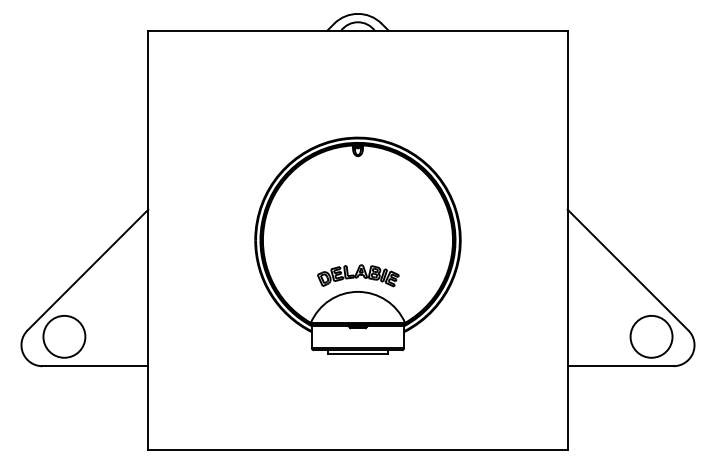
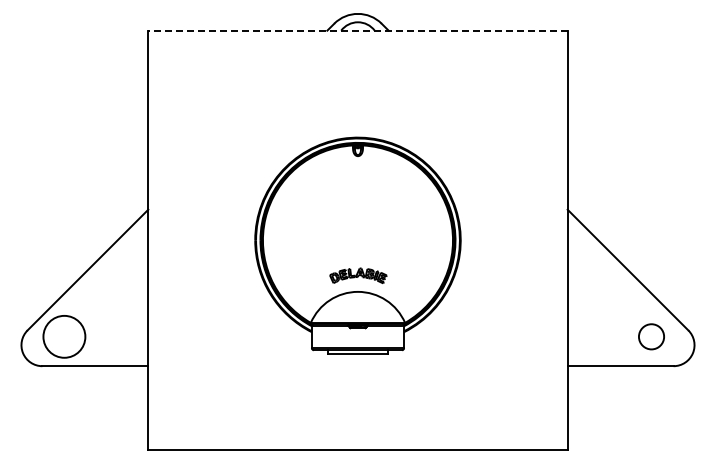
line at (357, 30): solid -> dashed
part at (358, 275) size: 83x24 px -> 59x17 px
circle at (651, 336) diameter: 42 px -> 25 px
